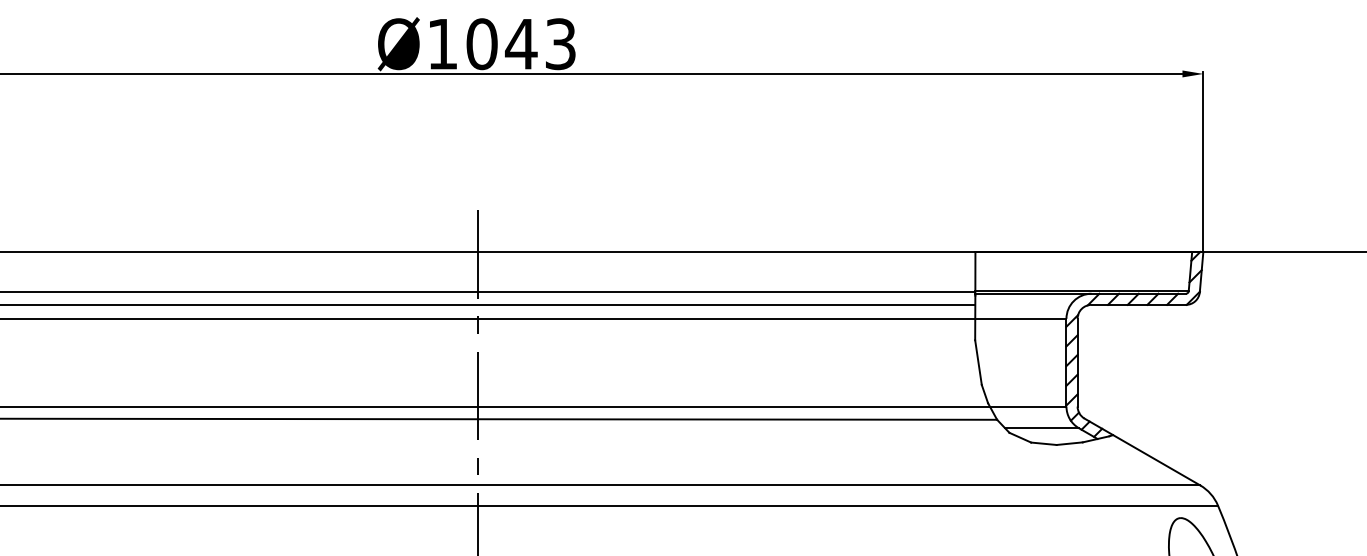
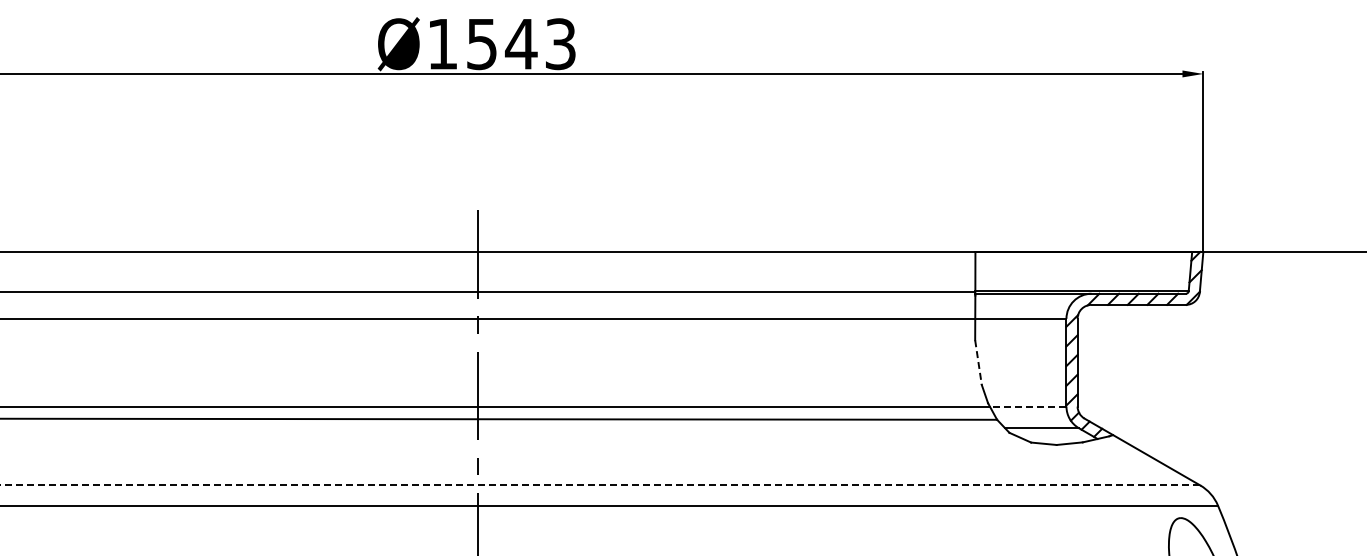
text at (481, 44): Ø1043 -> Ø1543
line at (488, 304): present -> none
line at (978, 362): solid -> dashed
line at (1027, 406): solid -> dashed
line at (600, 485): solid -> dashed
